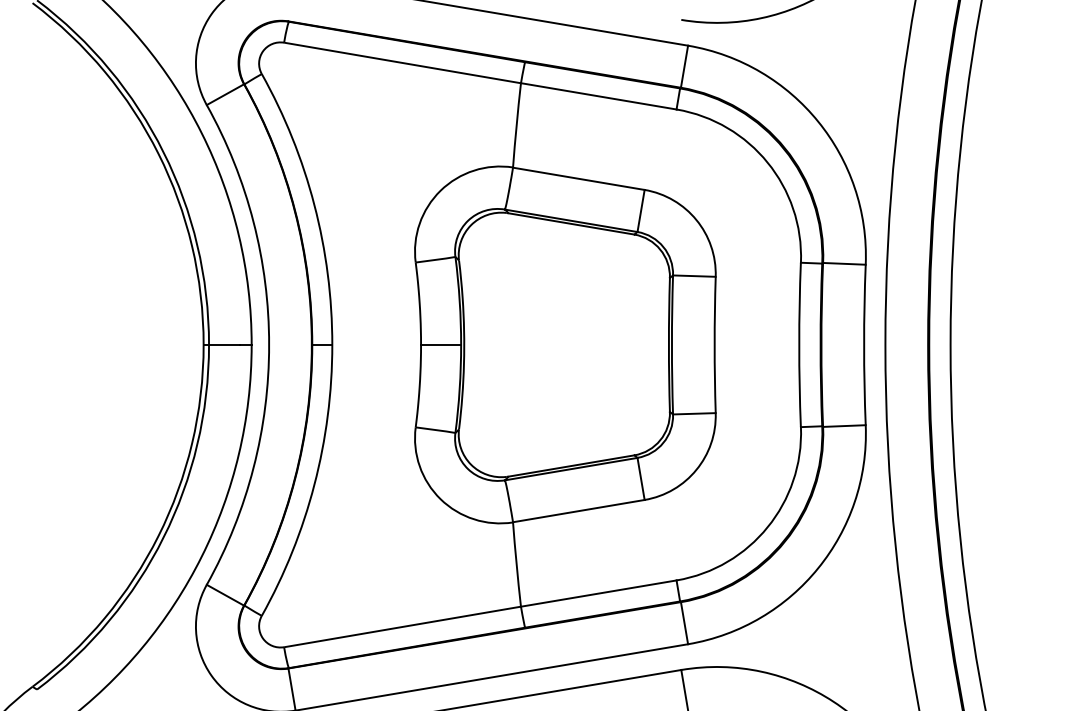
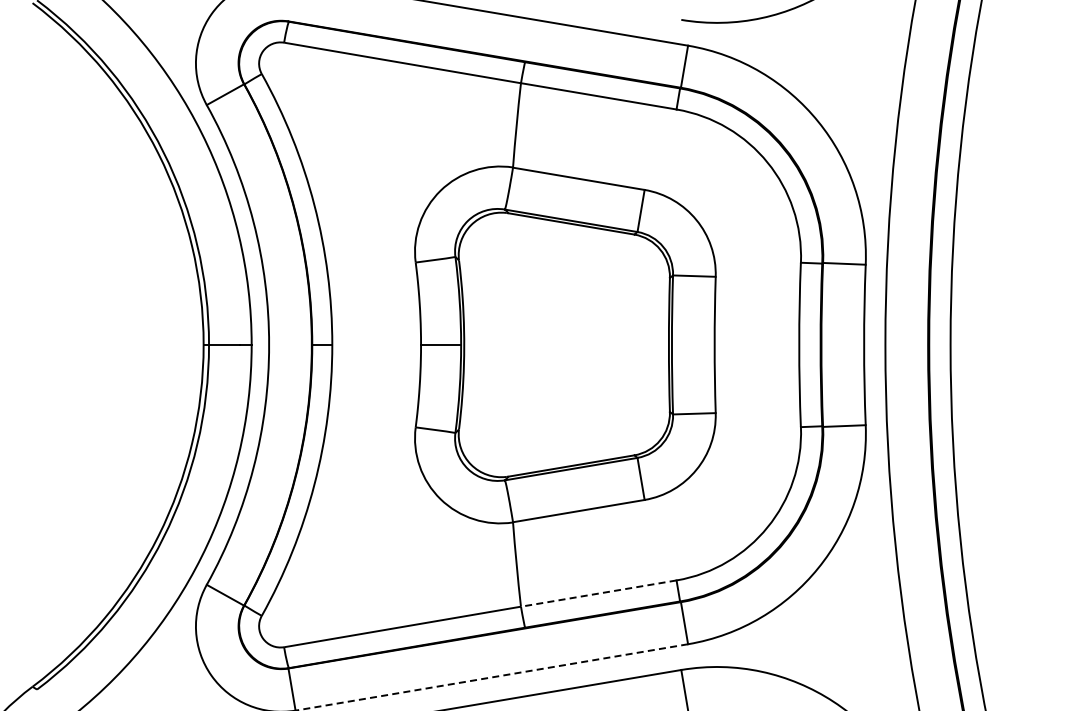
line at (598, 593): solid -> dashed
line at (491, 677): solid -> dashed
